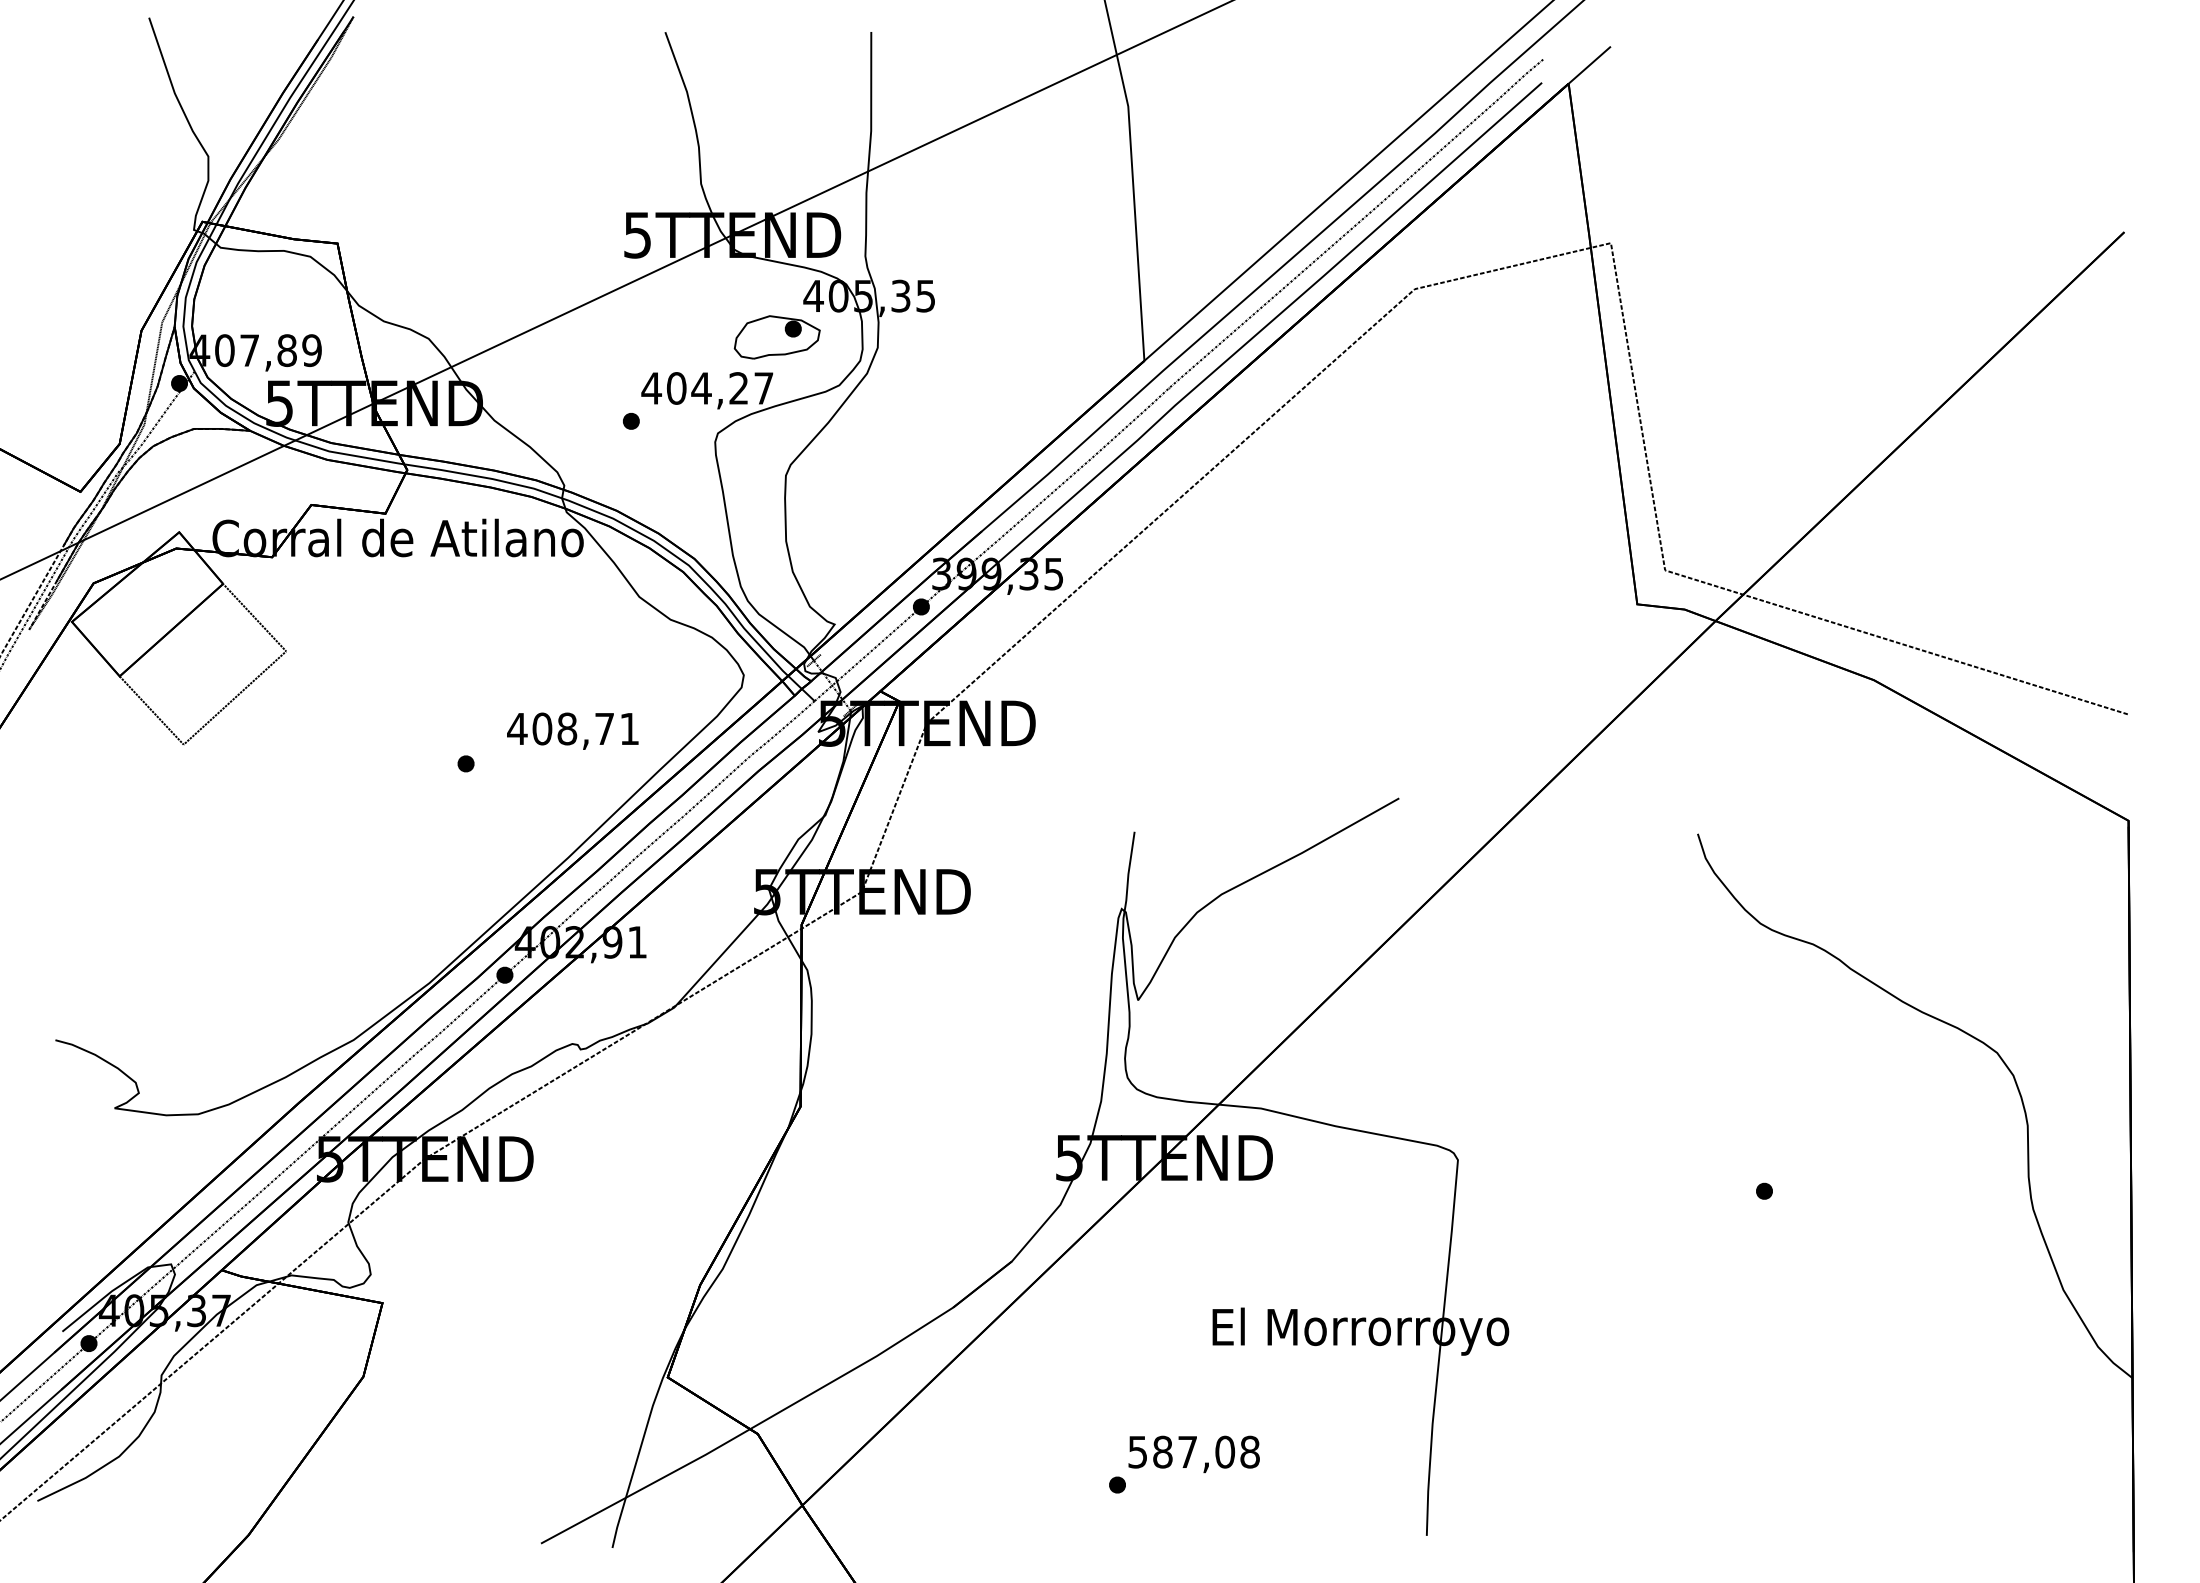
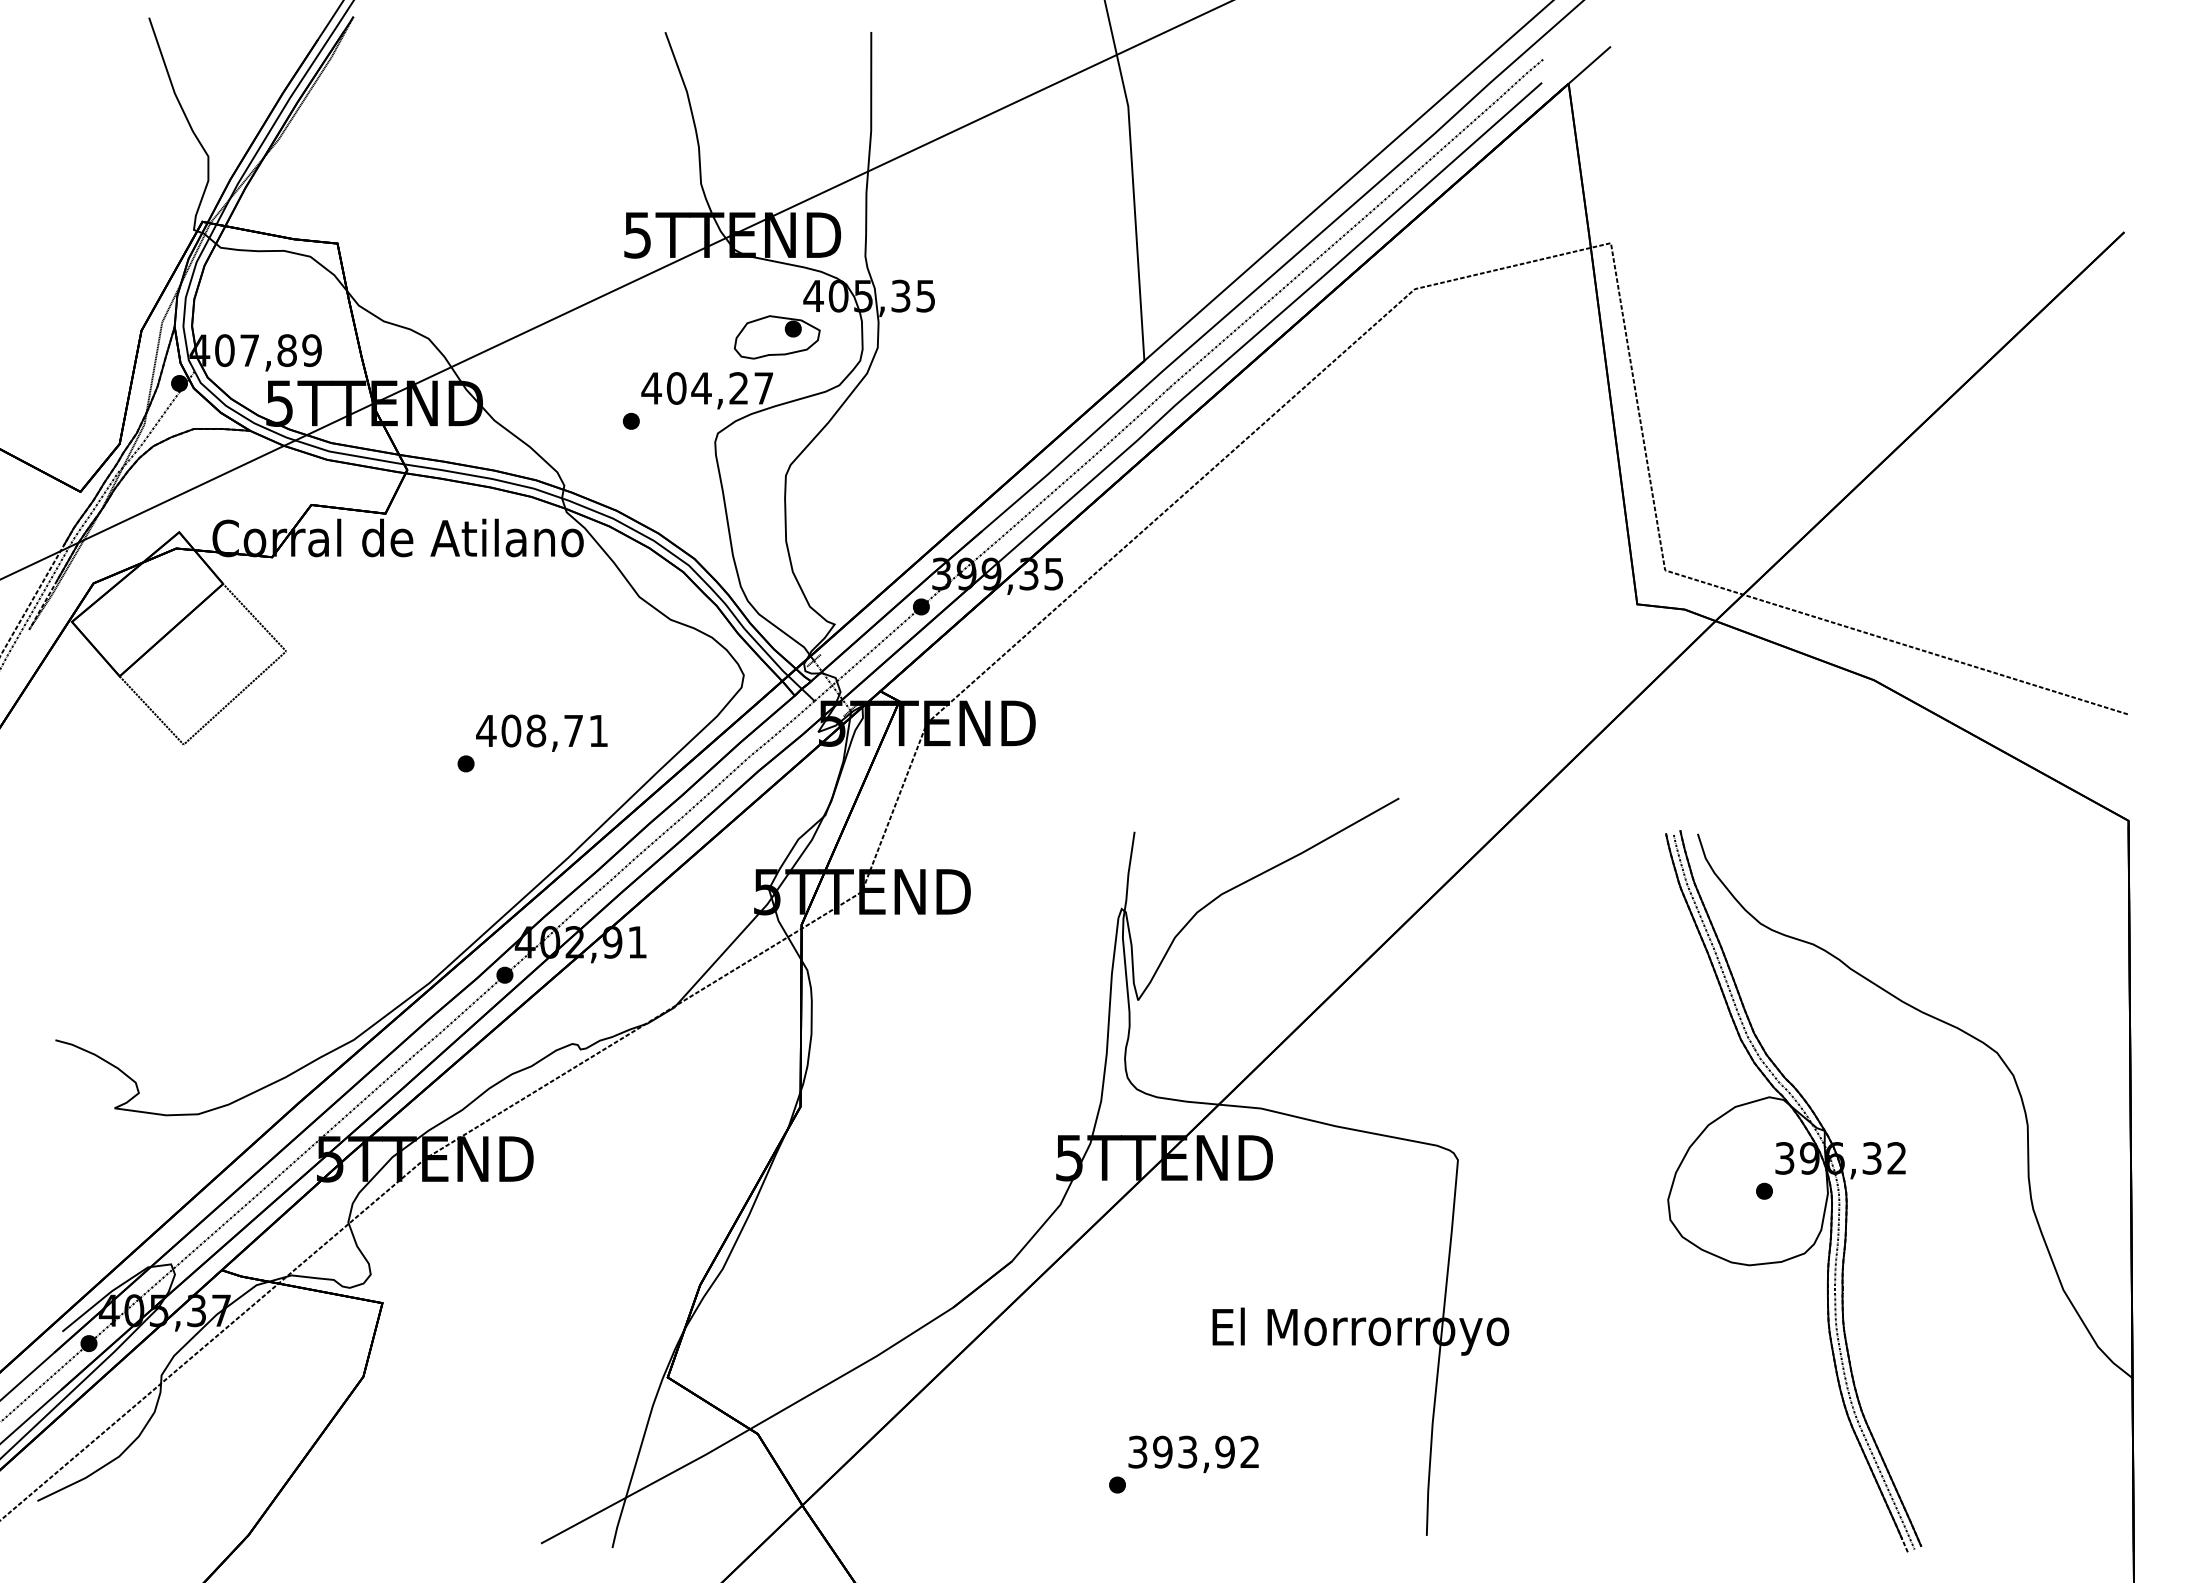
text at (572, 730) position: (572, 730) -> (541, 732)
part at (1793, 1191): none -> present
text at (1194, 1451): 587,08 -> 393,92
